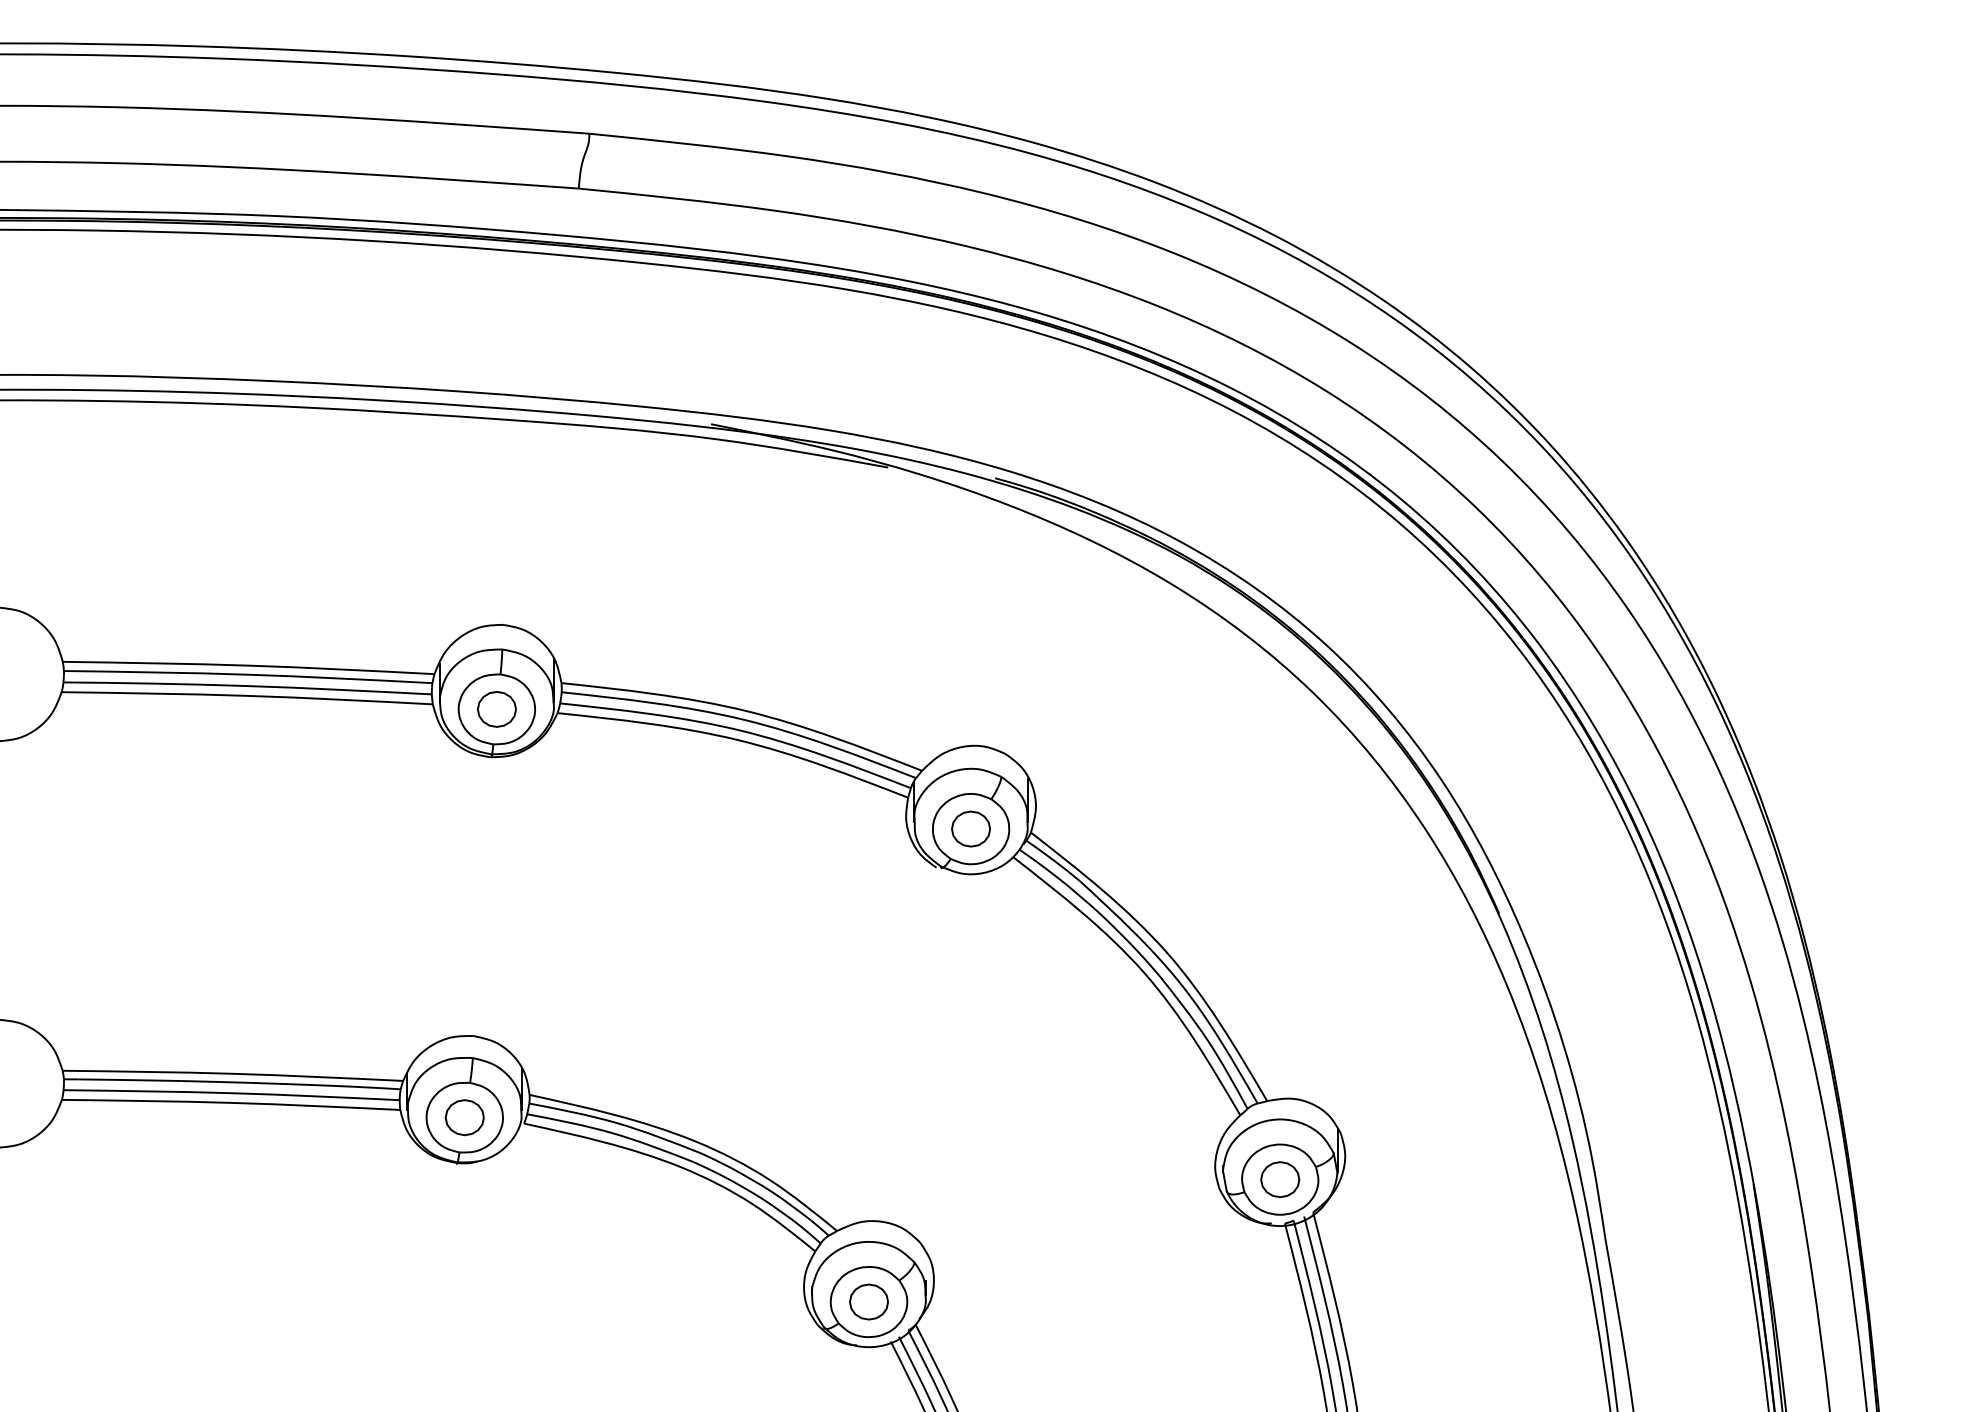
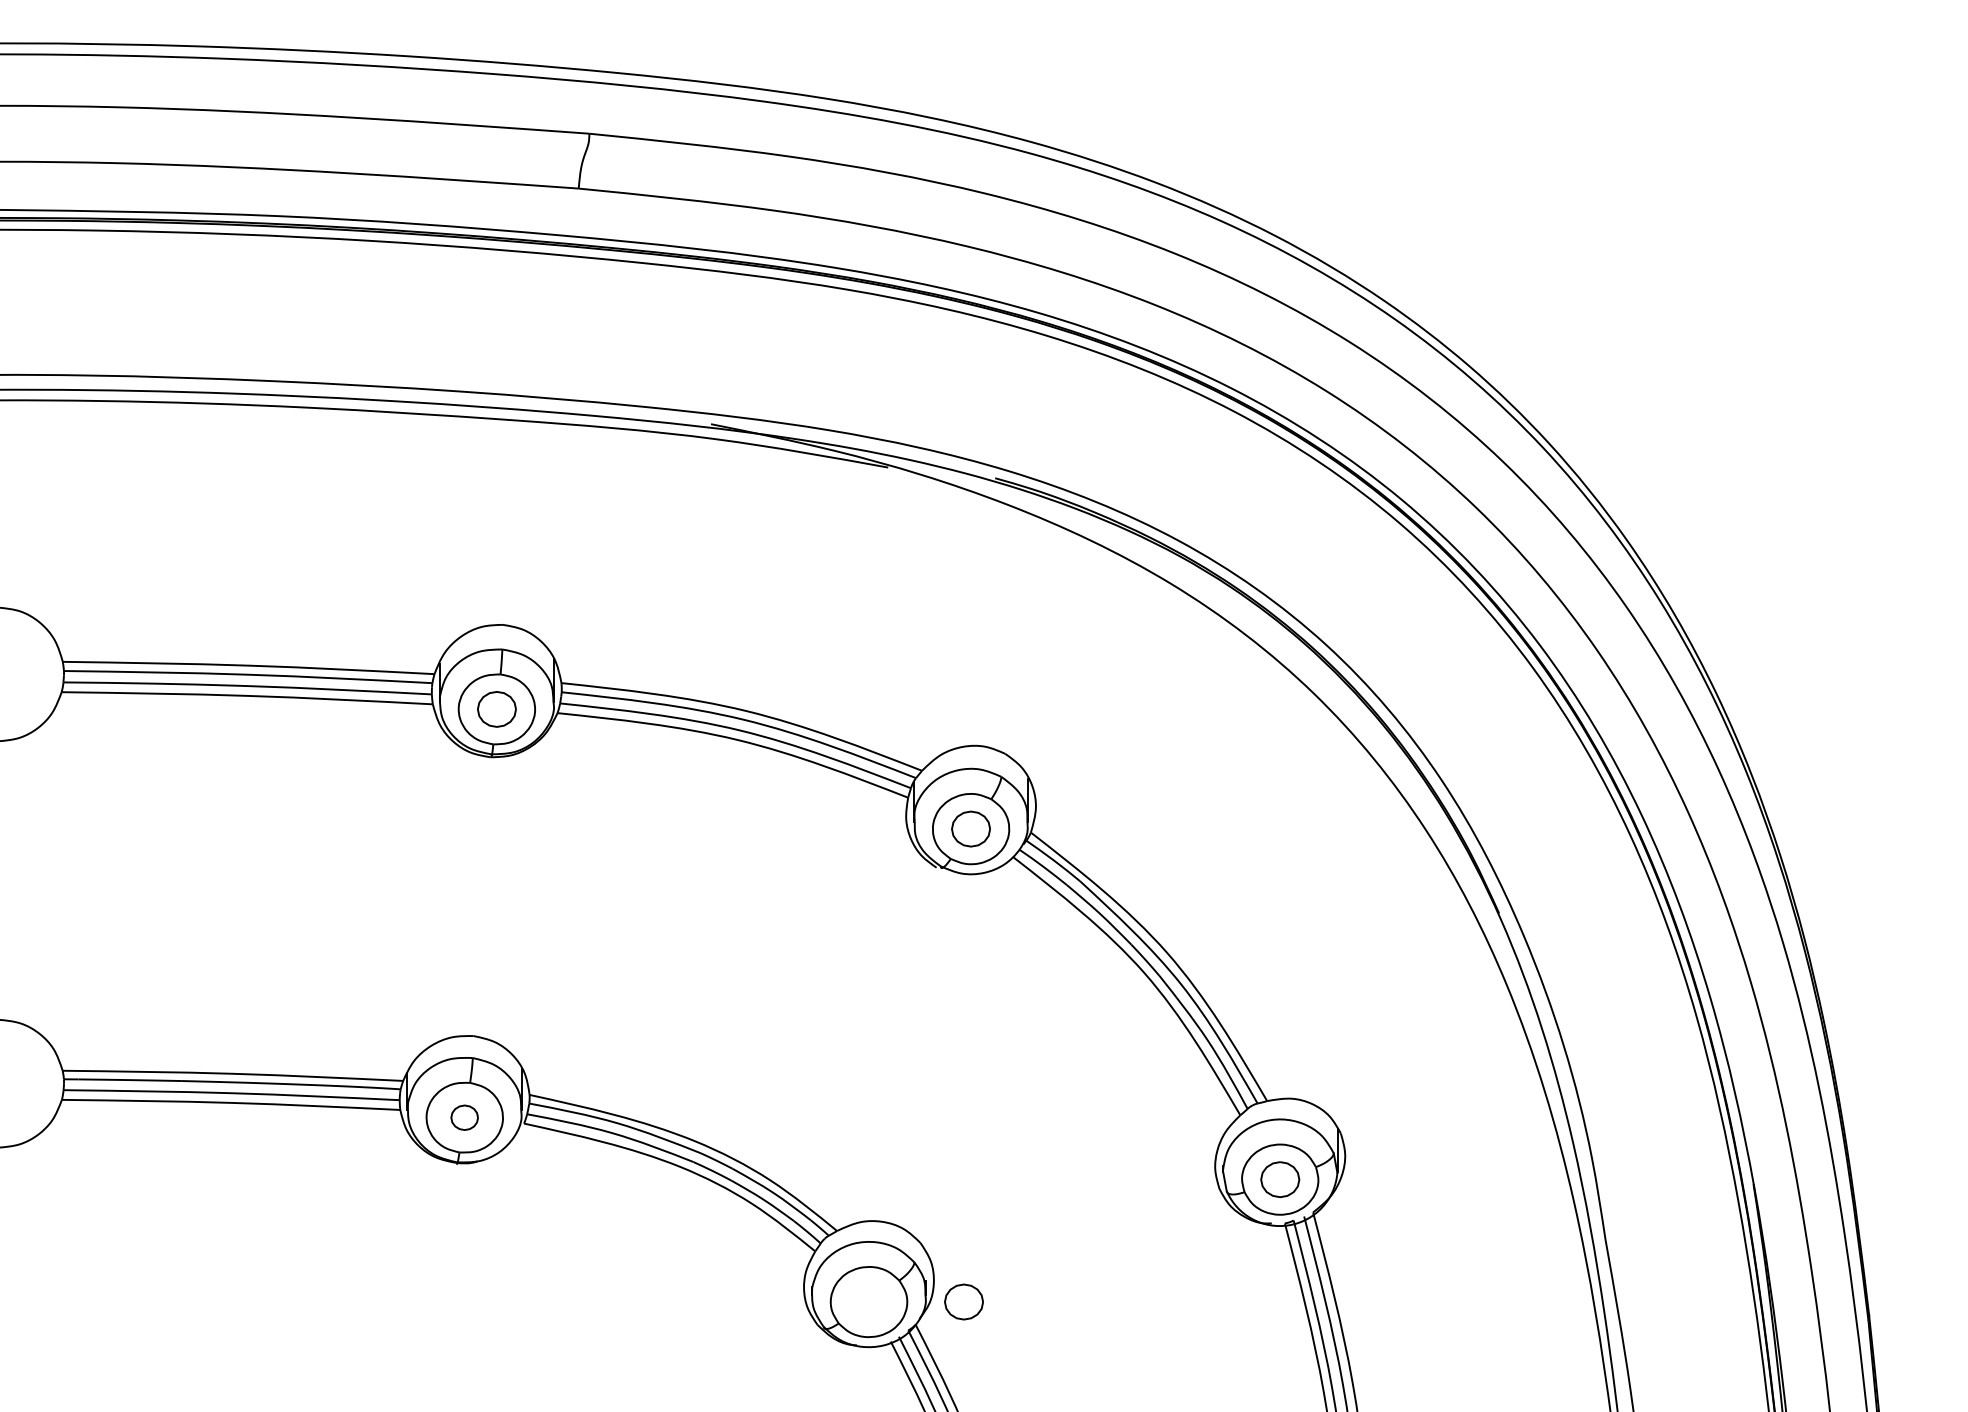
part at (464, 1117) size: 41x38 px -> 29x27 px
part at (868, 1301) position: (868, 1301) -> (963, 1301)
